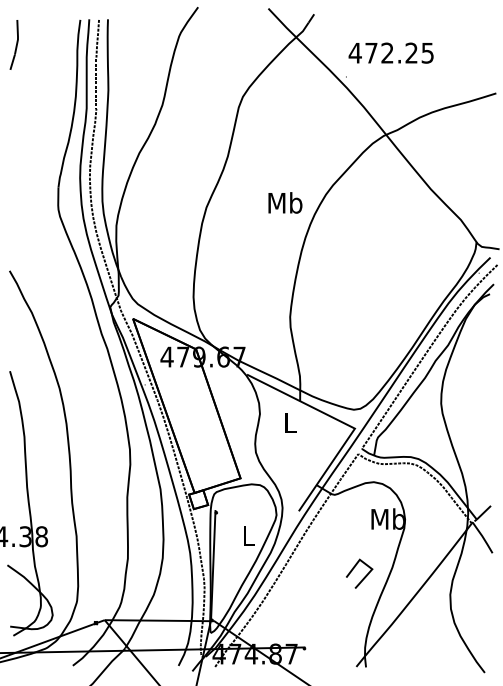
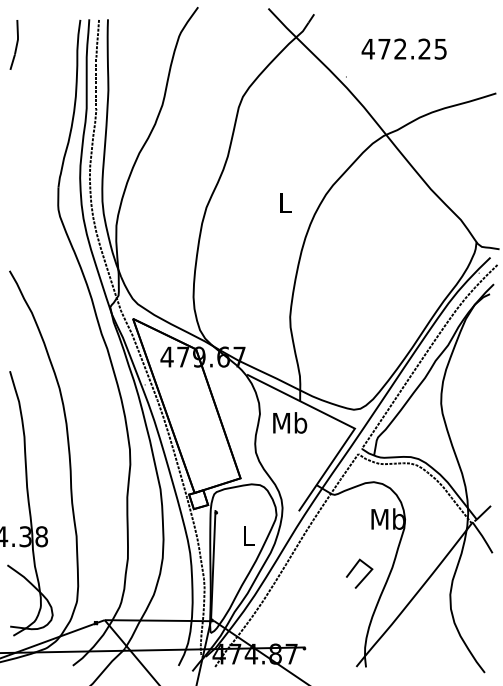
text at (390, 52) position: (390, 52) -> (403, 48)
text at (285, 202): Mb -> L
text at (290, 422): L -> Mb
